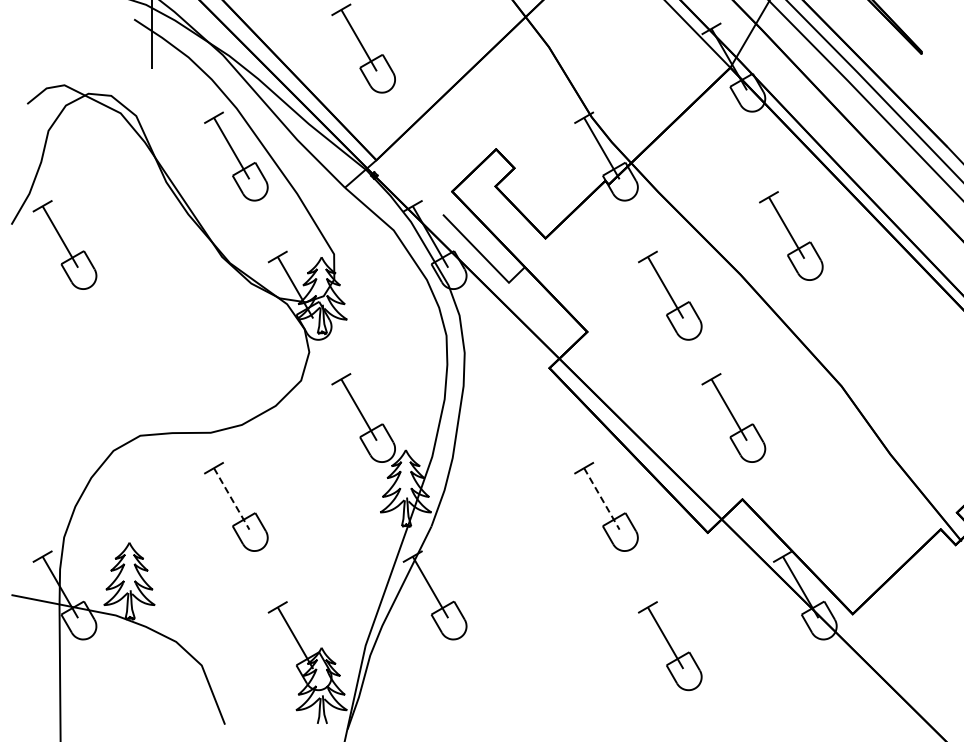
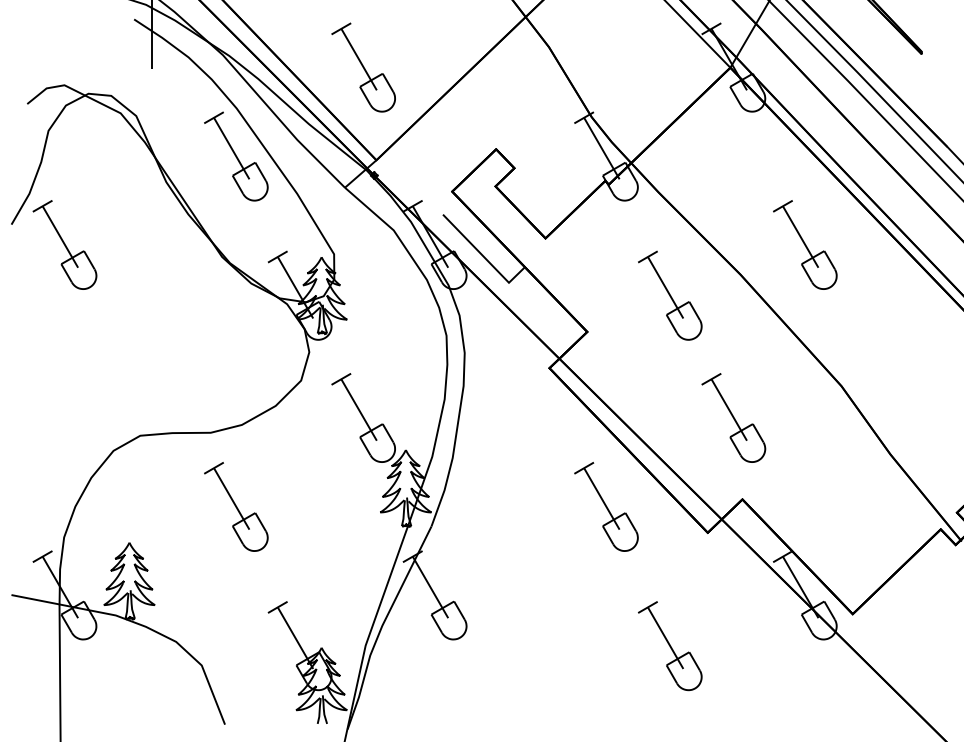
part at (363, 48) position: (363, 48) -> (363, 67)
part at (791, 235) position: (791, 235) -> (805, 244)
line at (231, 499): dashed -> solid
line at (602, 499): dashed -> solid
